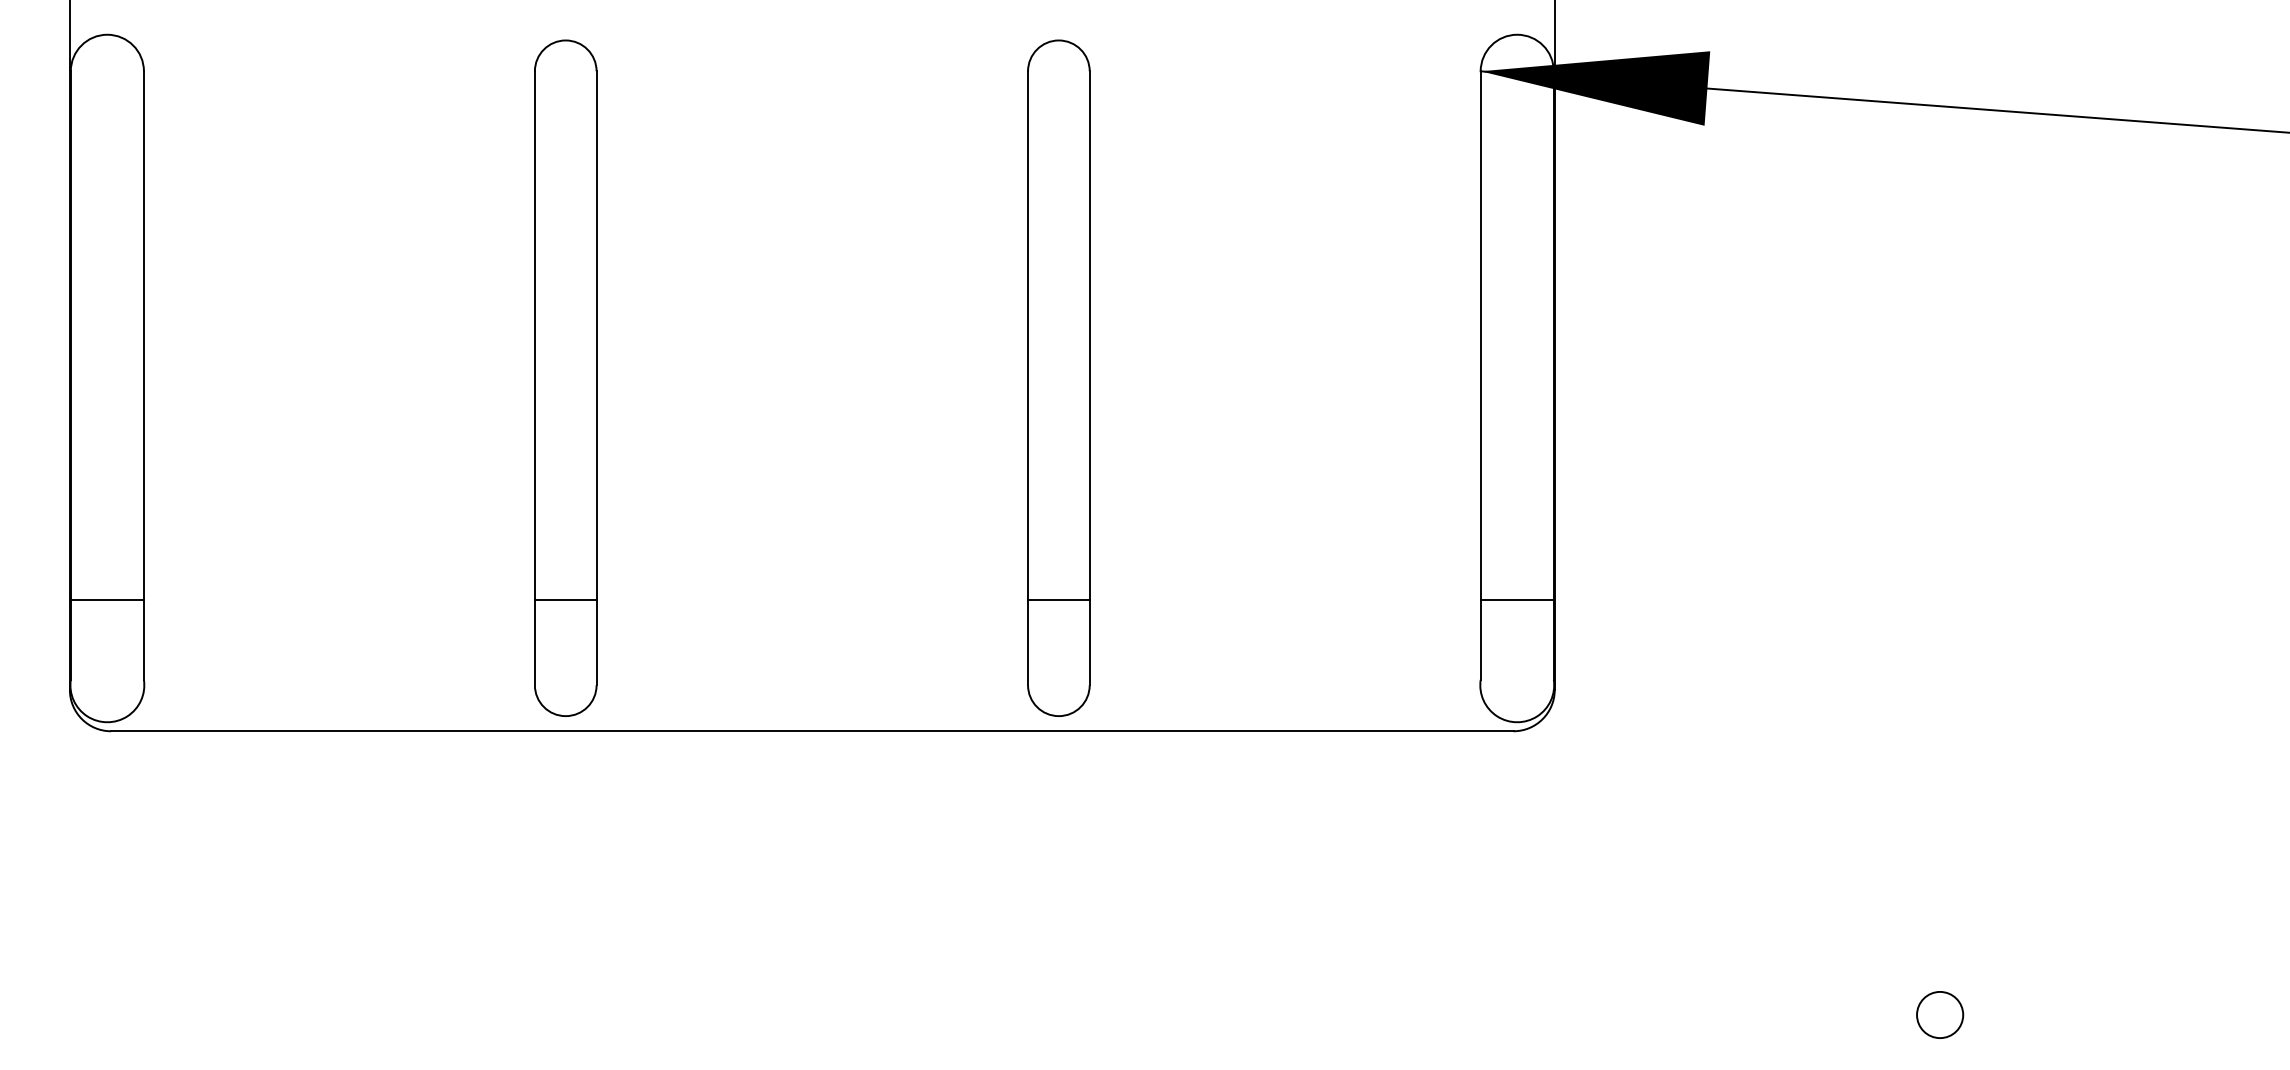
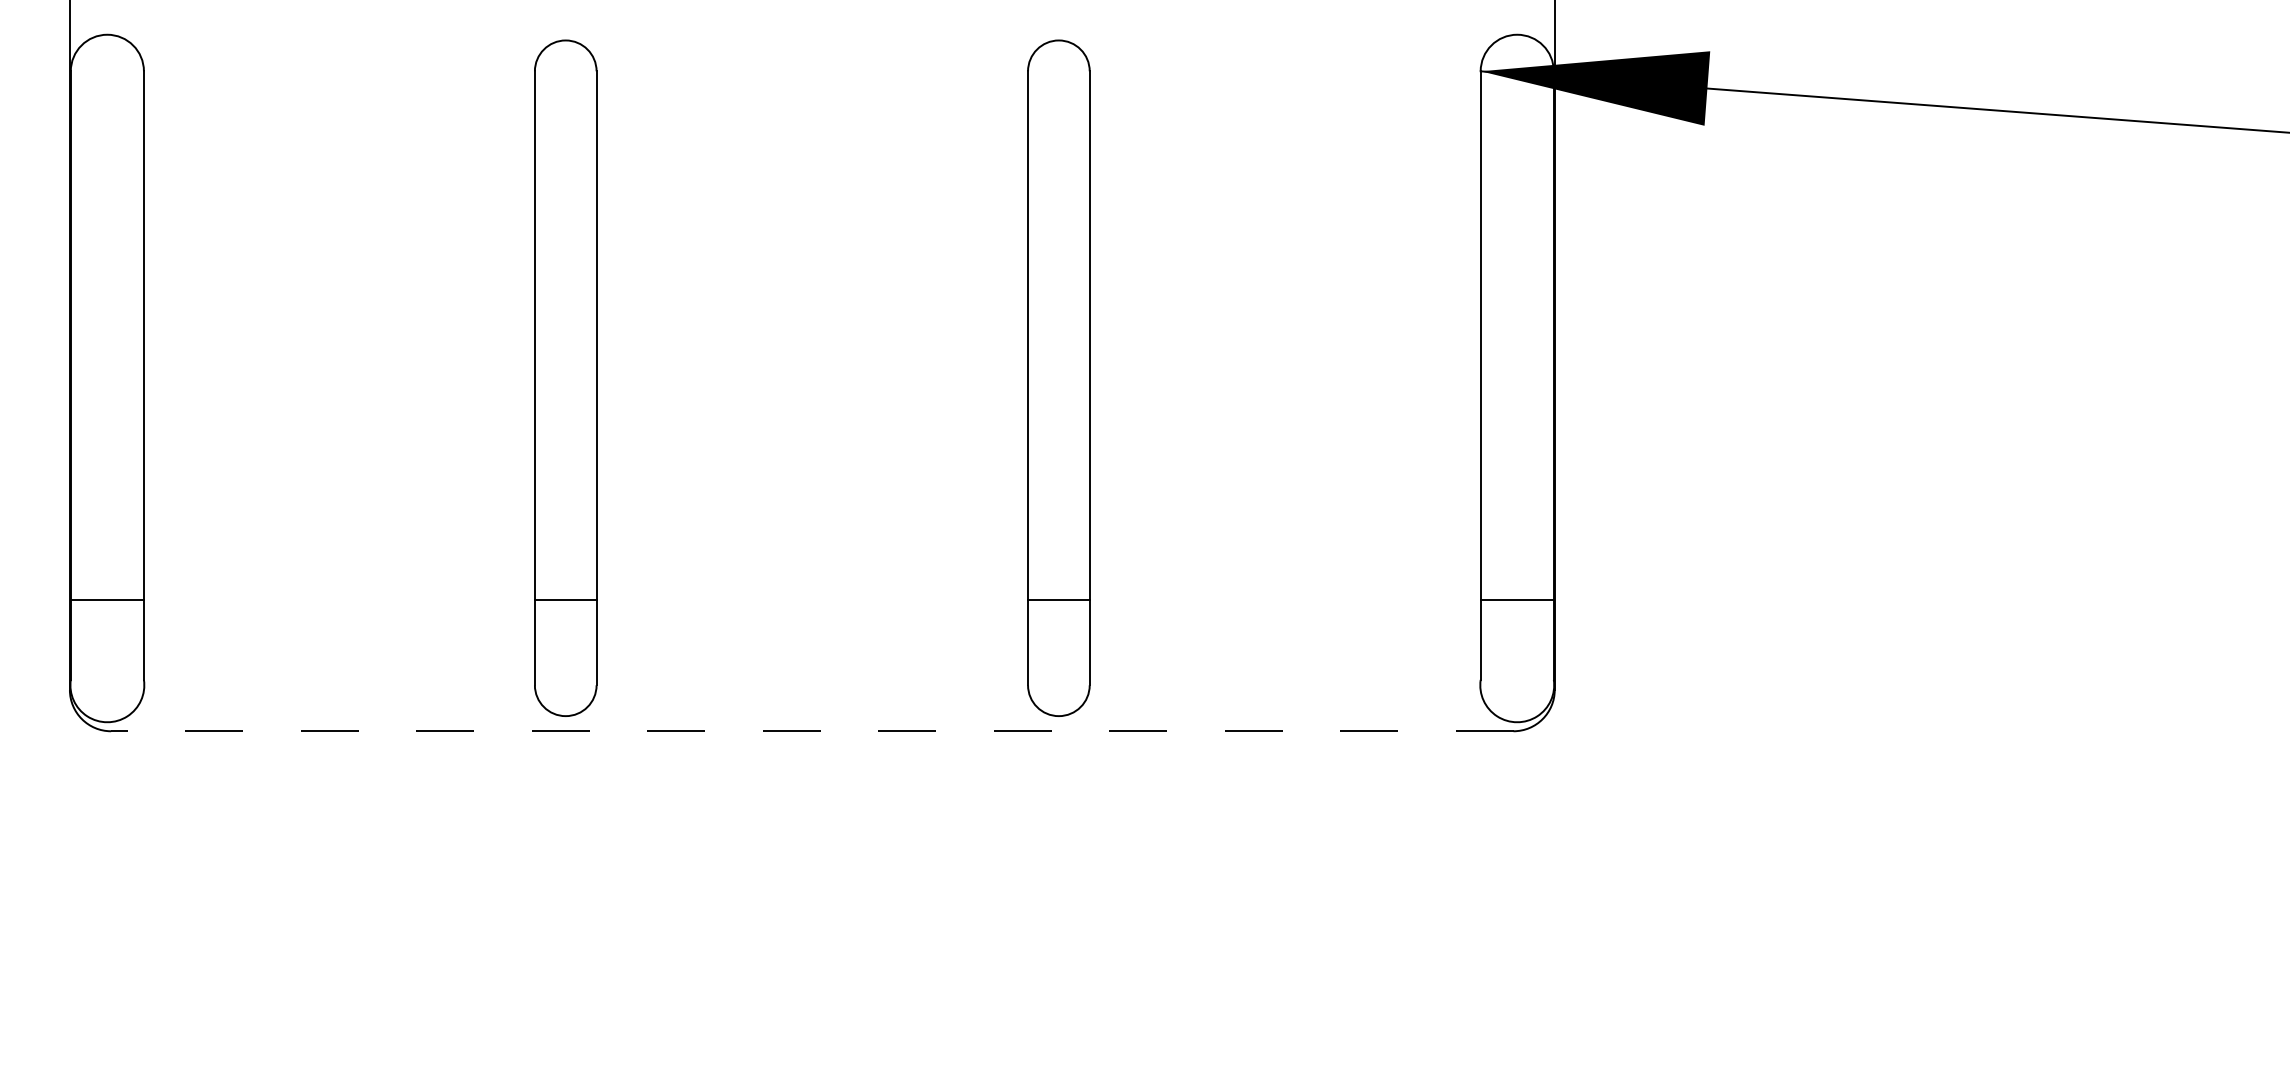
line at (811, 731): solid -> dashed
circle at (1940, 1014): present -> none
